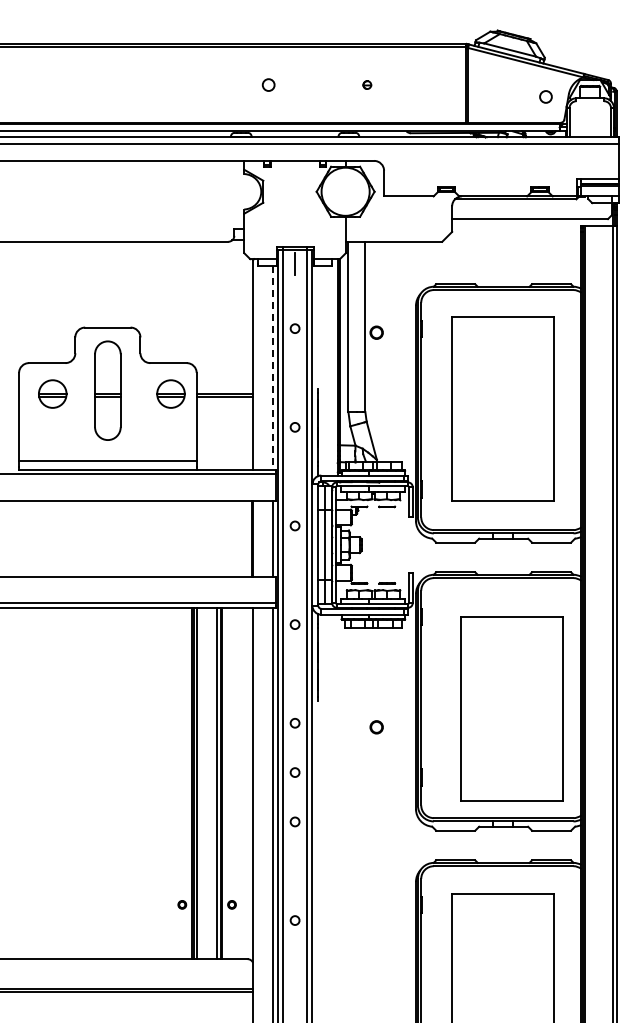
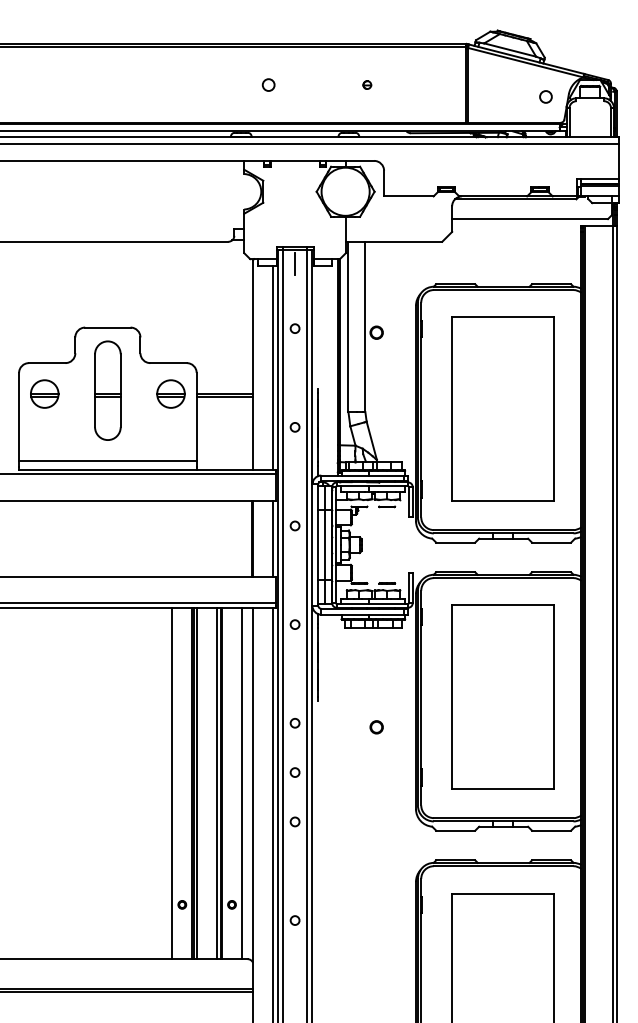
line at (272, 367): dashed -> solid
part at (52, 393) position: (52, 393) -> (44, 393)
part at (511, 708) position: (511, 708) -> (502, 696)
line at (172, 783): none -> present
line at (241, 783): none -> present
